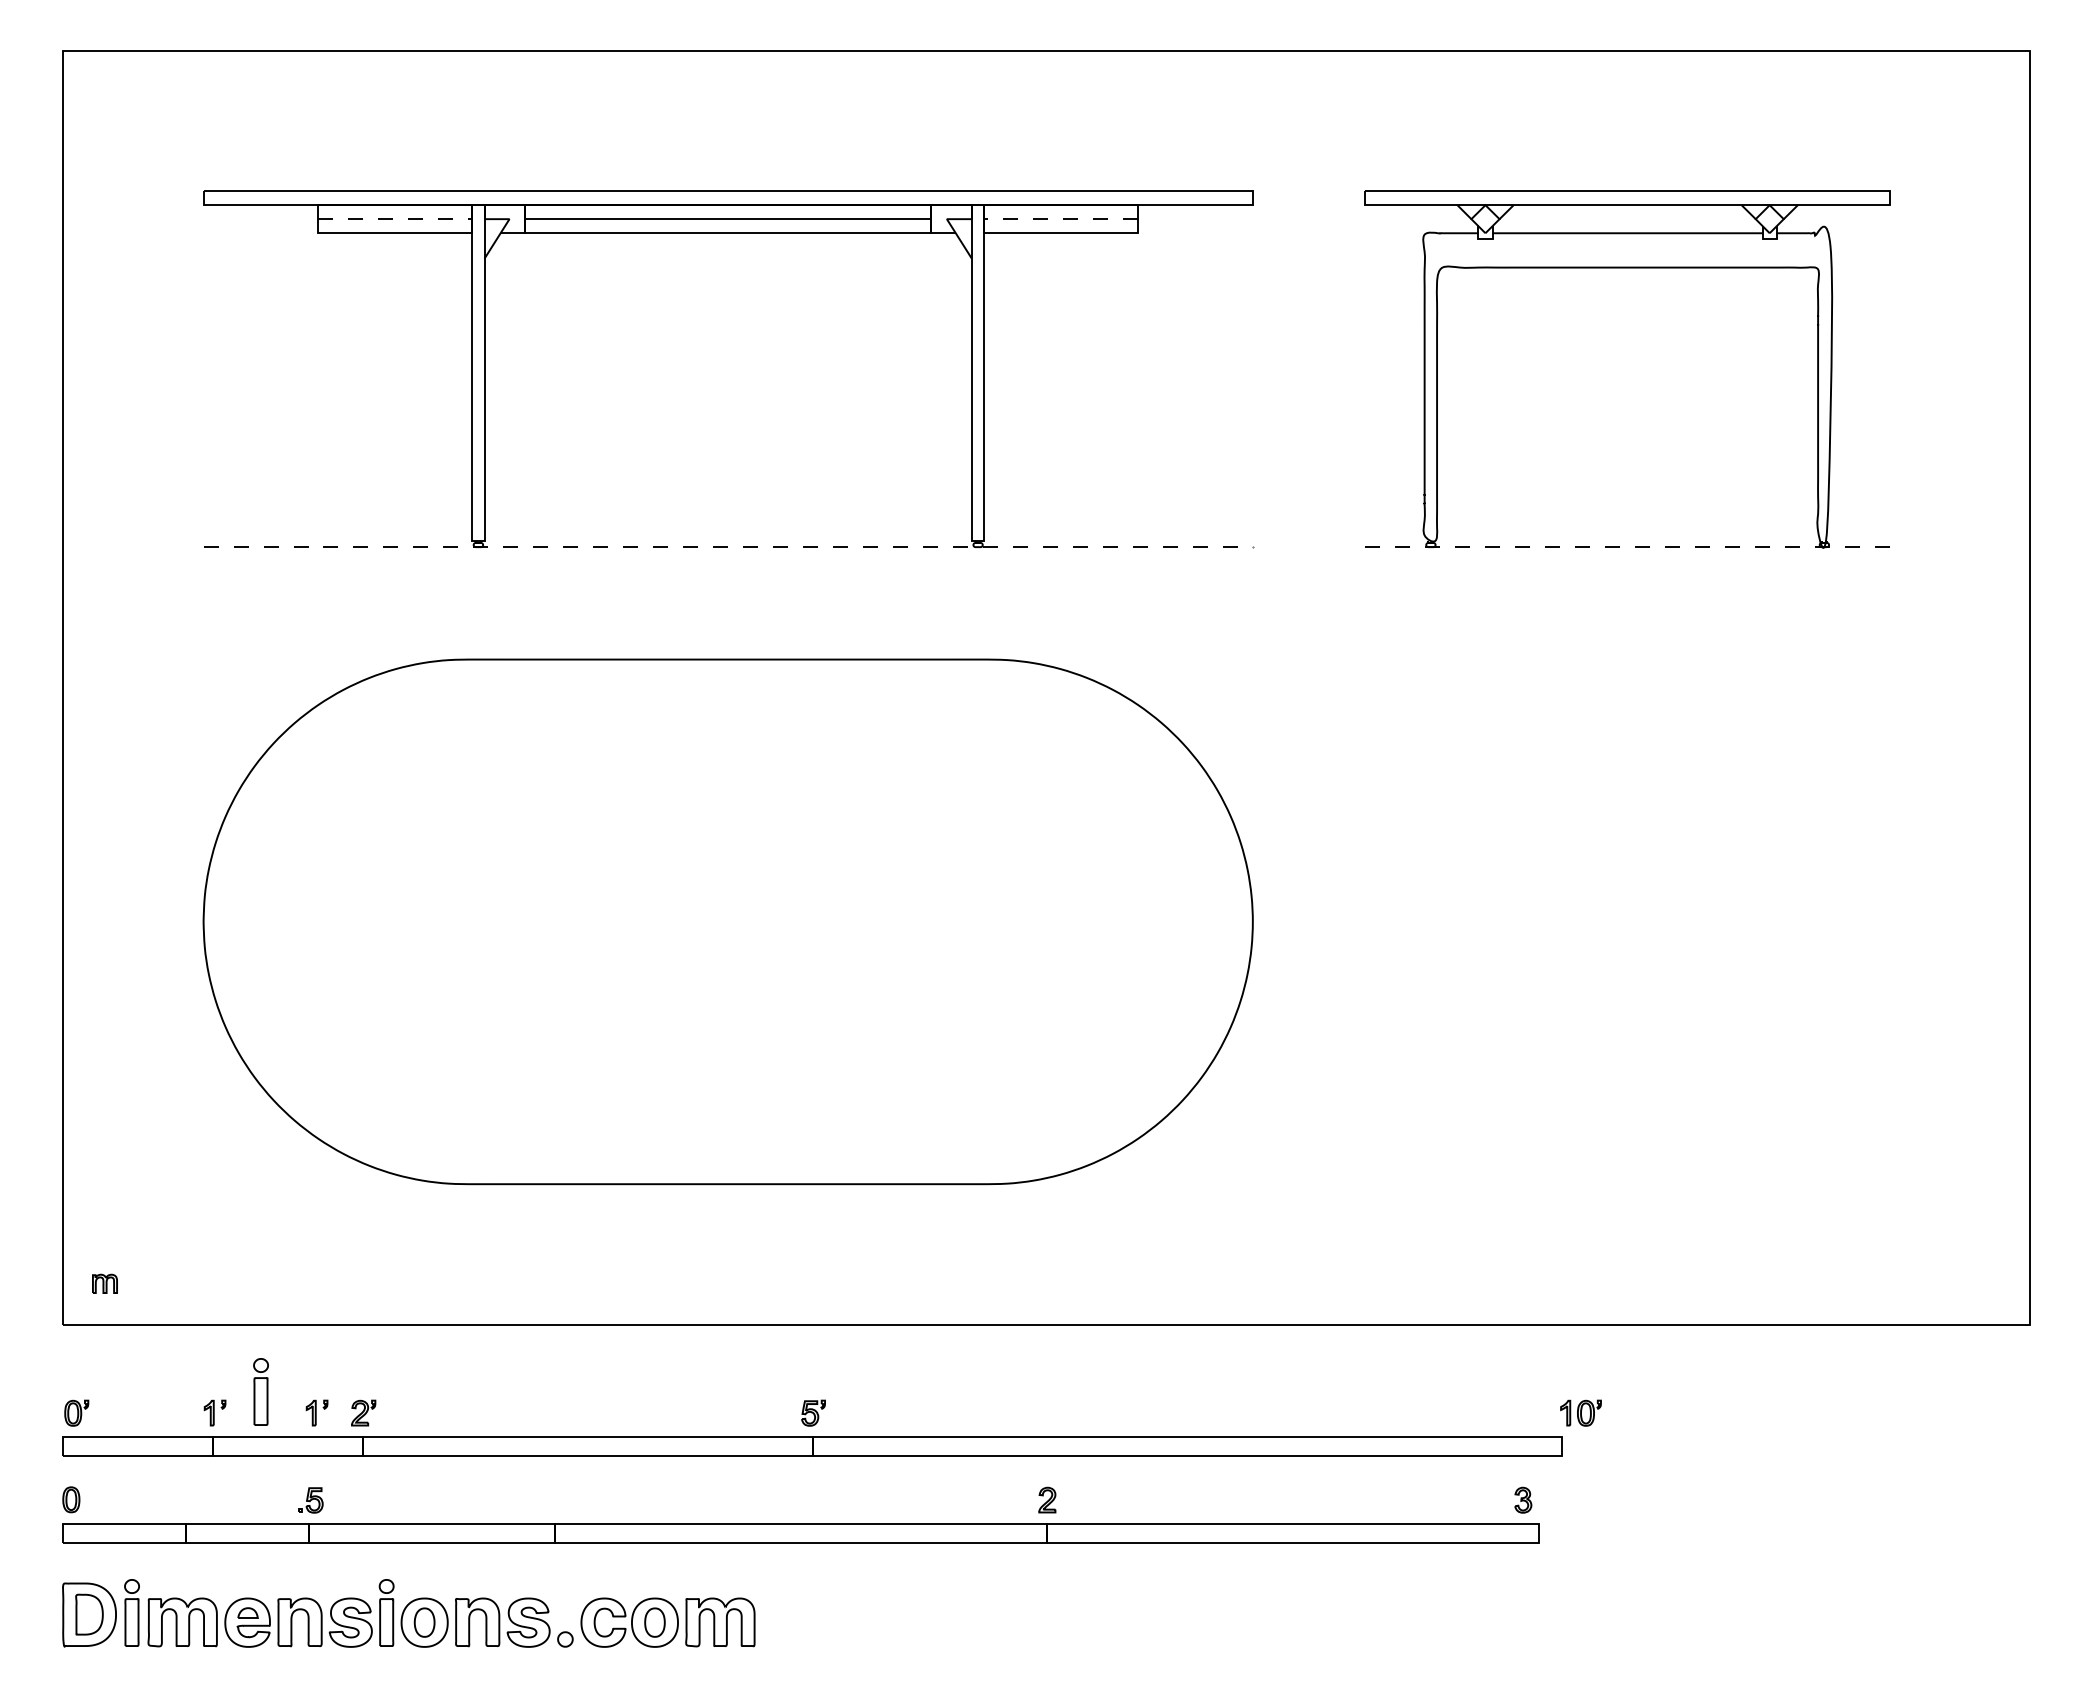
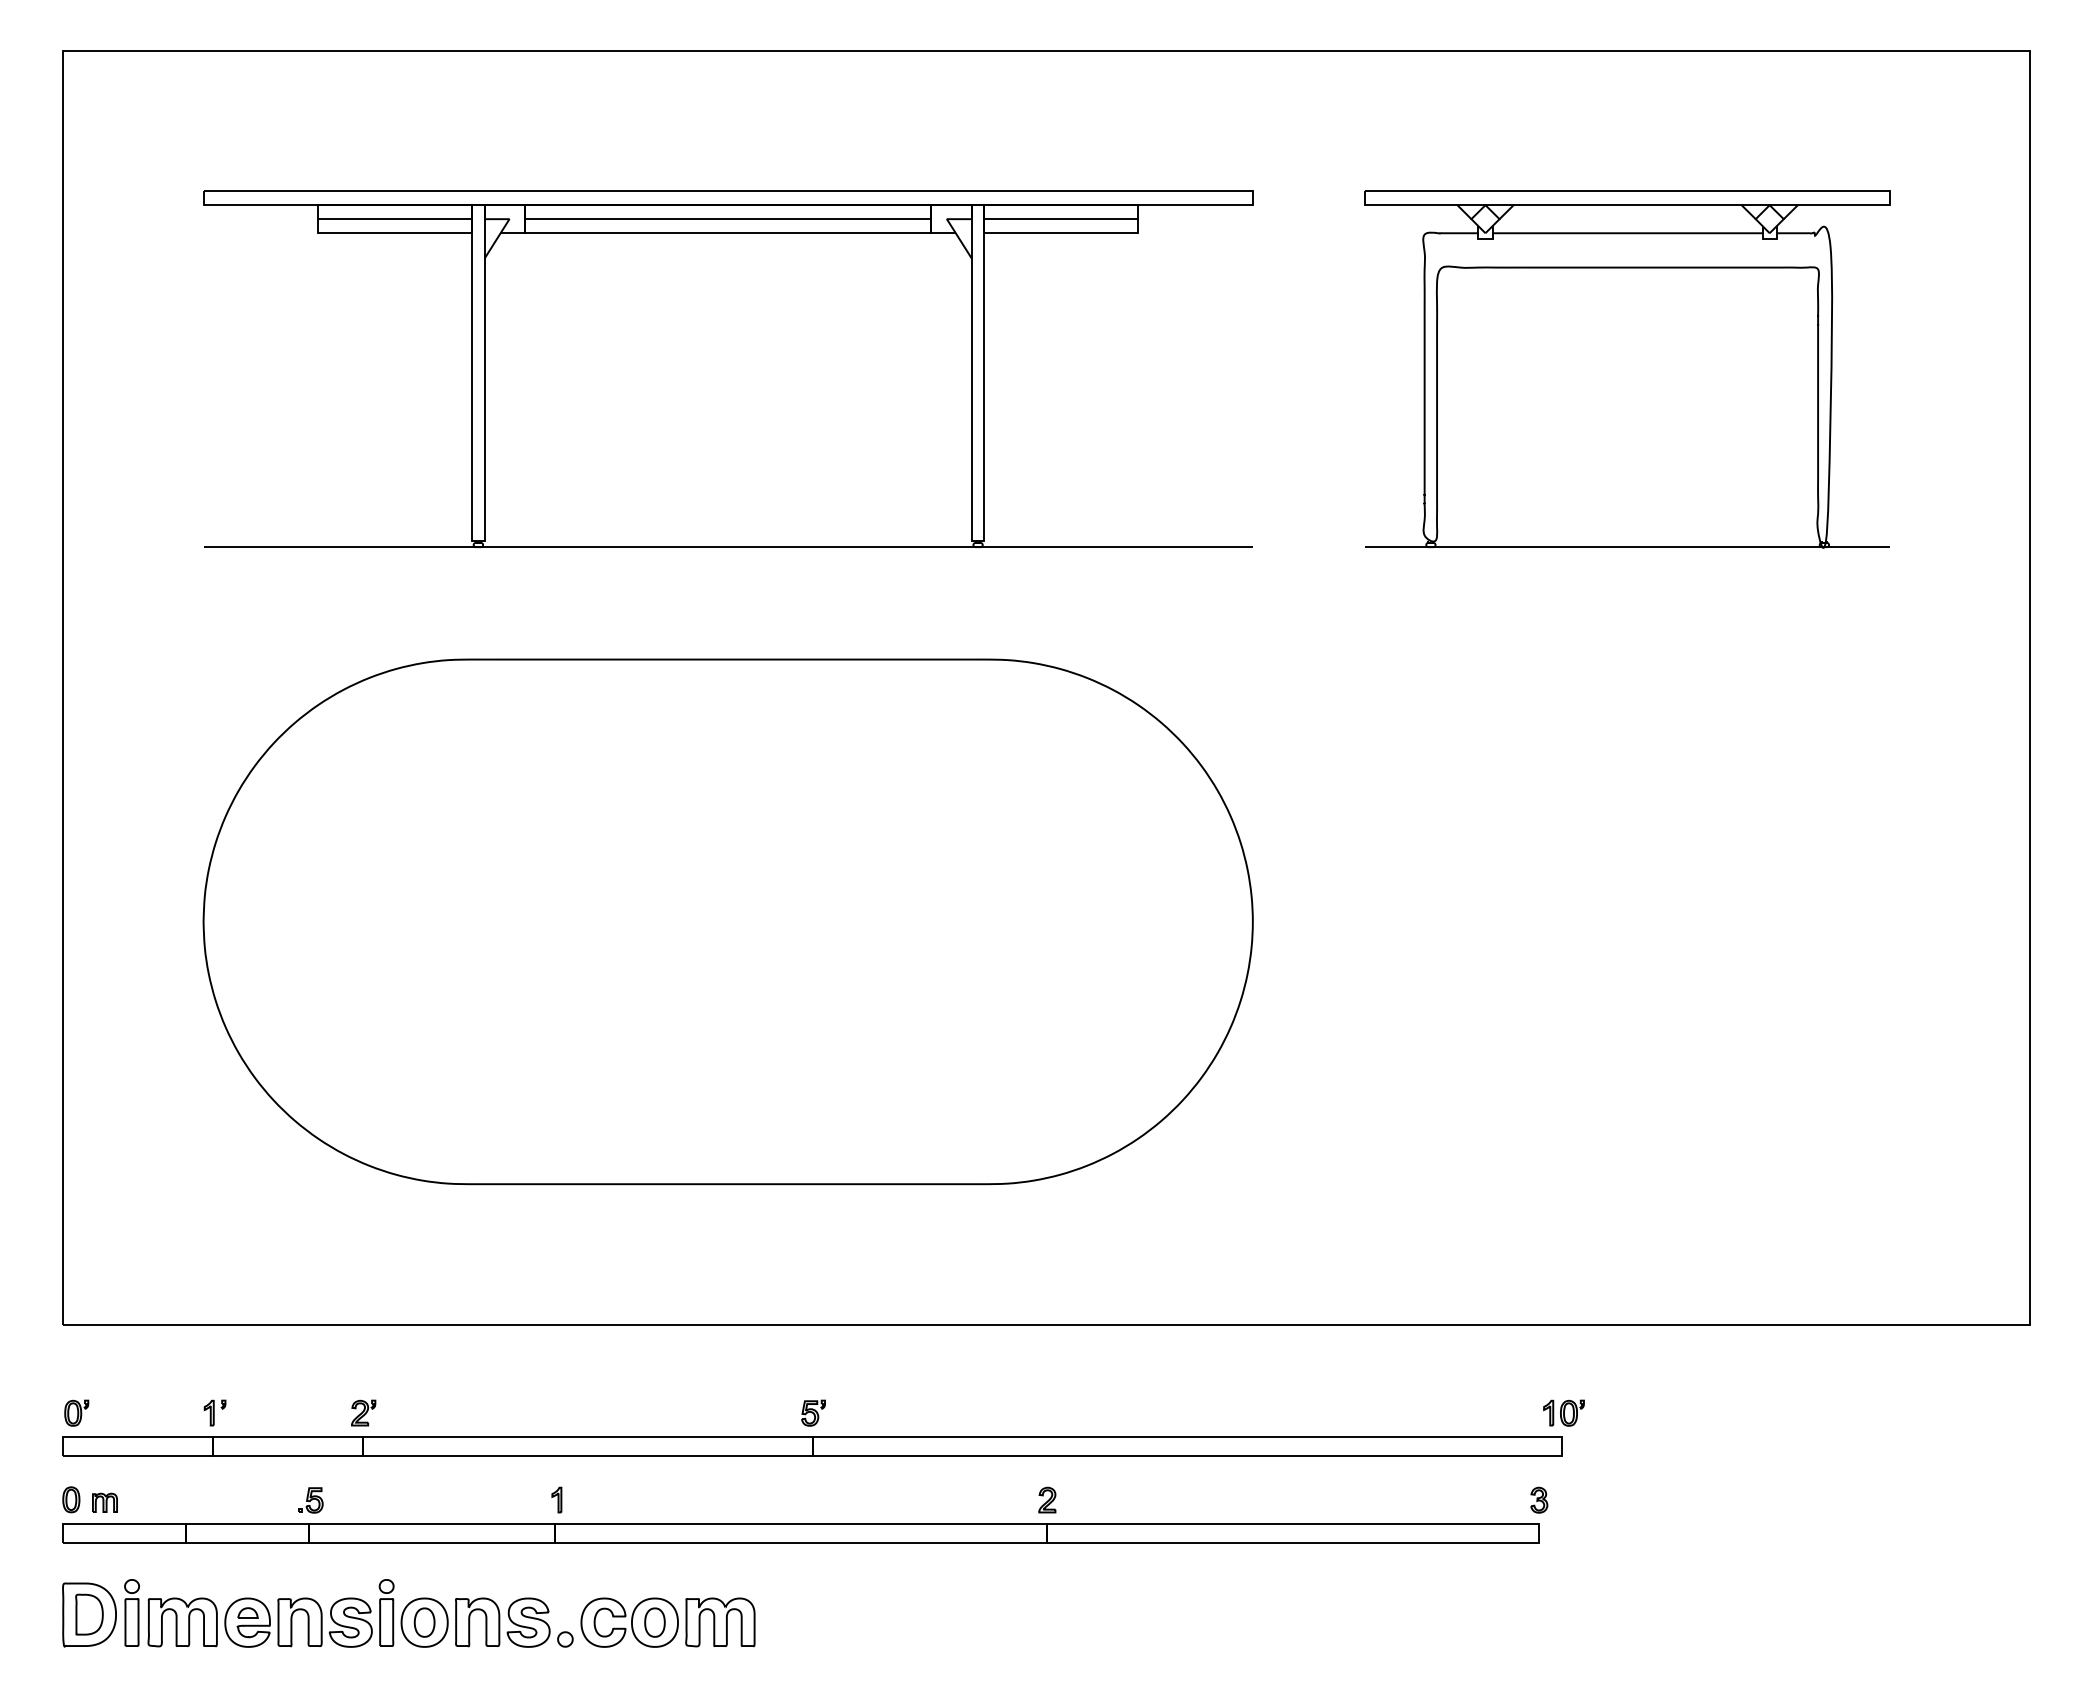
line at (395, 219): dashed -> solid
line at (1061, 219): dashed -> solid
line at (728, 547): dashed -> solid
line at (1628, 547): dashed -> solid
part at (104, 1283) position: (104, 1283) -> (104, 1502)
part at (260, 1391): present -> none
part at (316, 1412): present -> none
part at (1580, 1412) position: (1580, 1412) -> (1563, 1412)
part at (556, 1499): none -> present
part at (1523, 1499) position: (1523, 1499) -> (1539, 1499)
